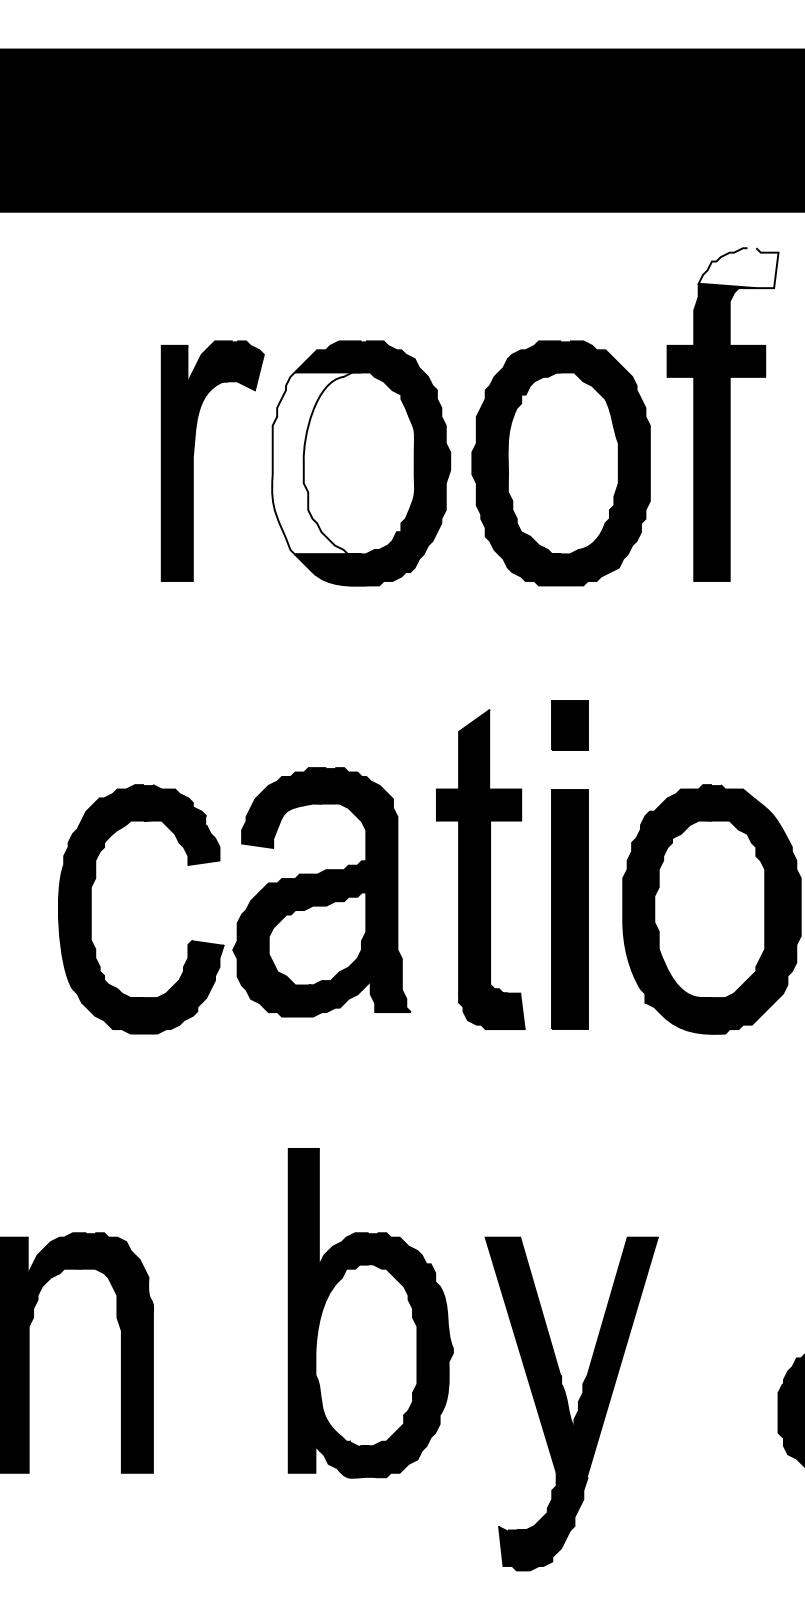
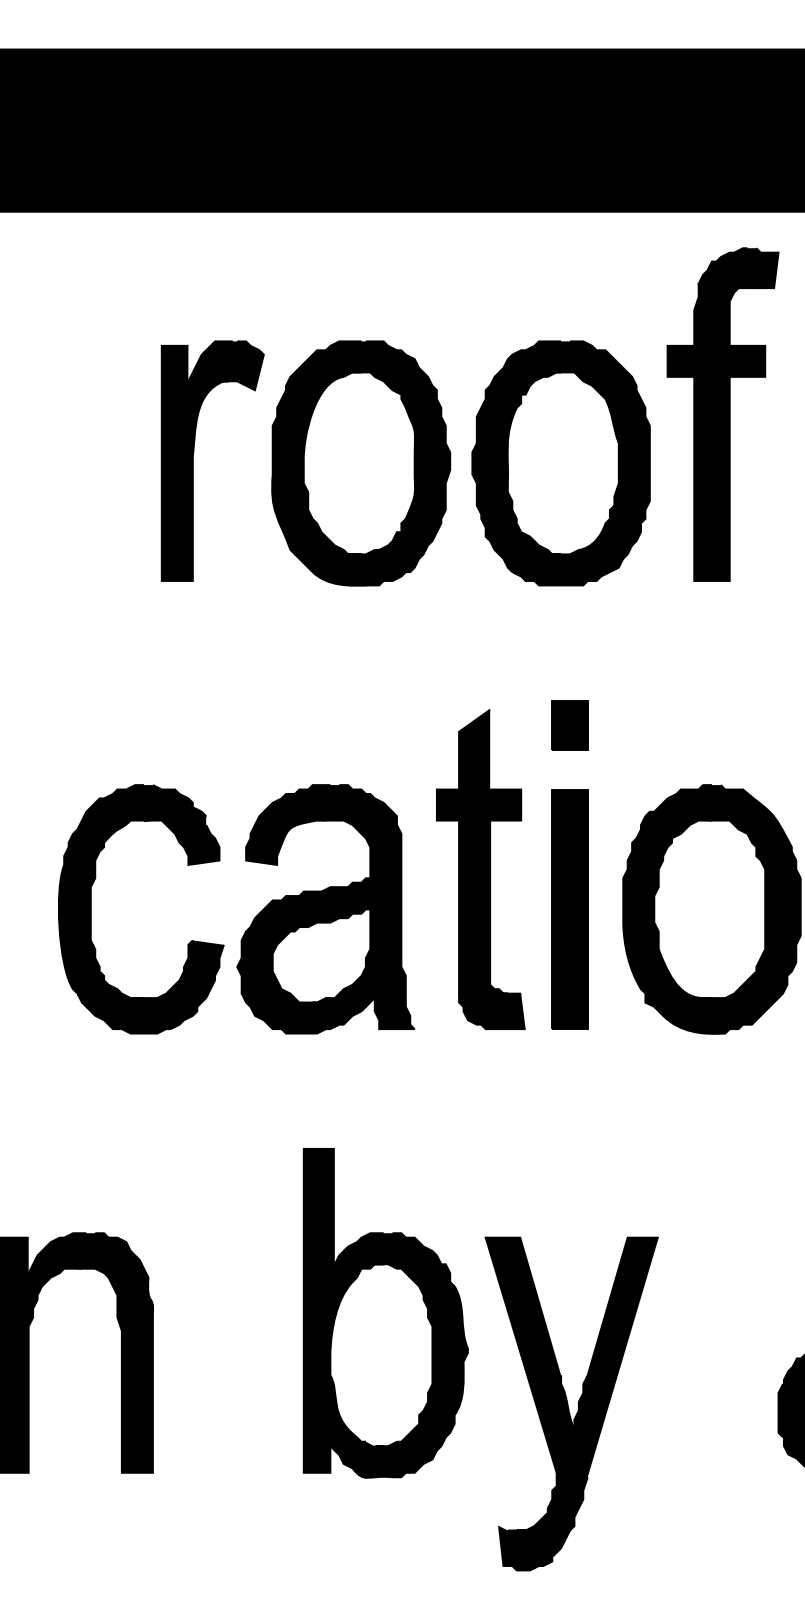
fill at (738, 268): none -> present
fill at (316, 463): none -> present
part at (321, 892) position: (321, 892) -> (325, 909)
part at (370, 1313) position: (370, 1313) -> (385, 1313)
